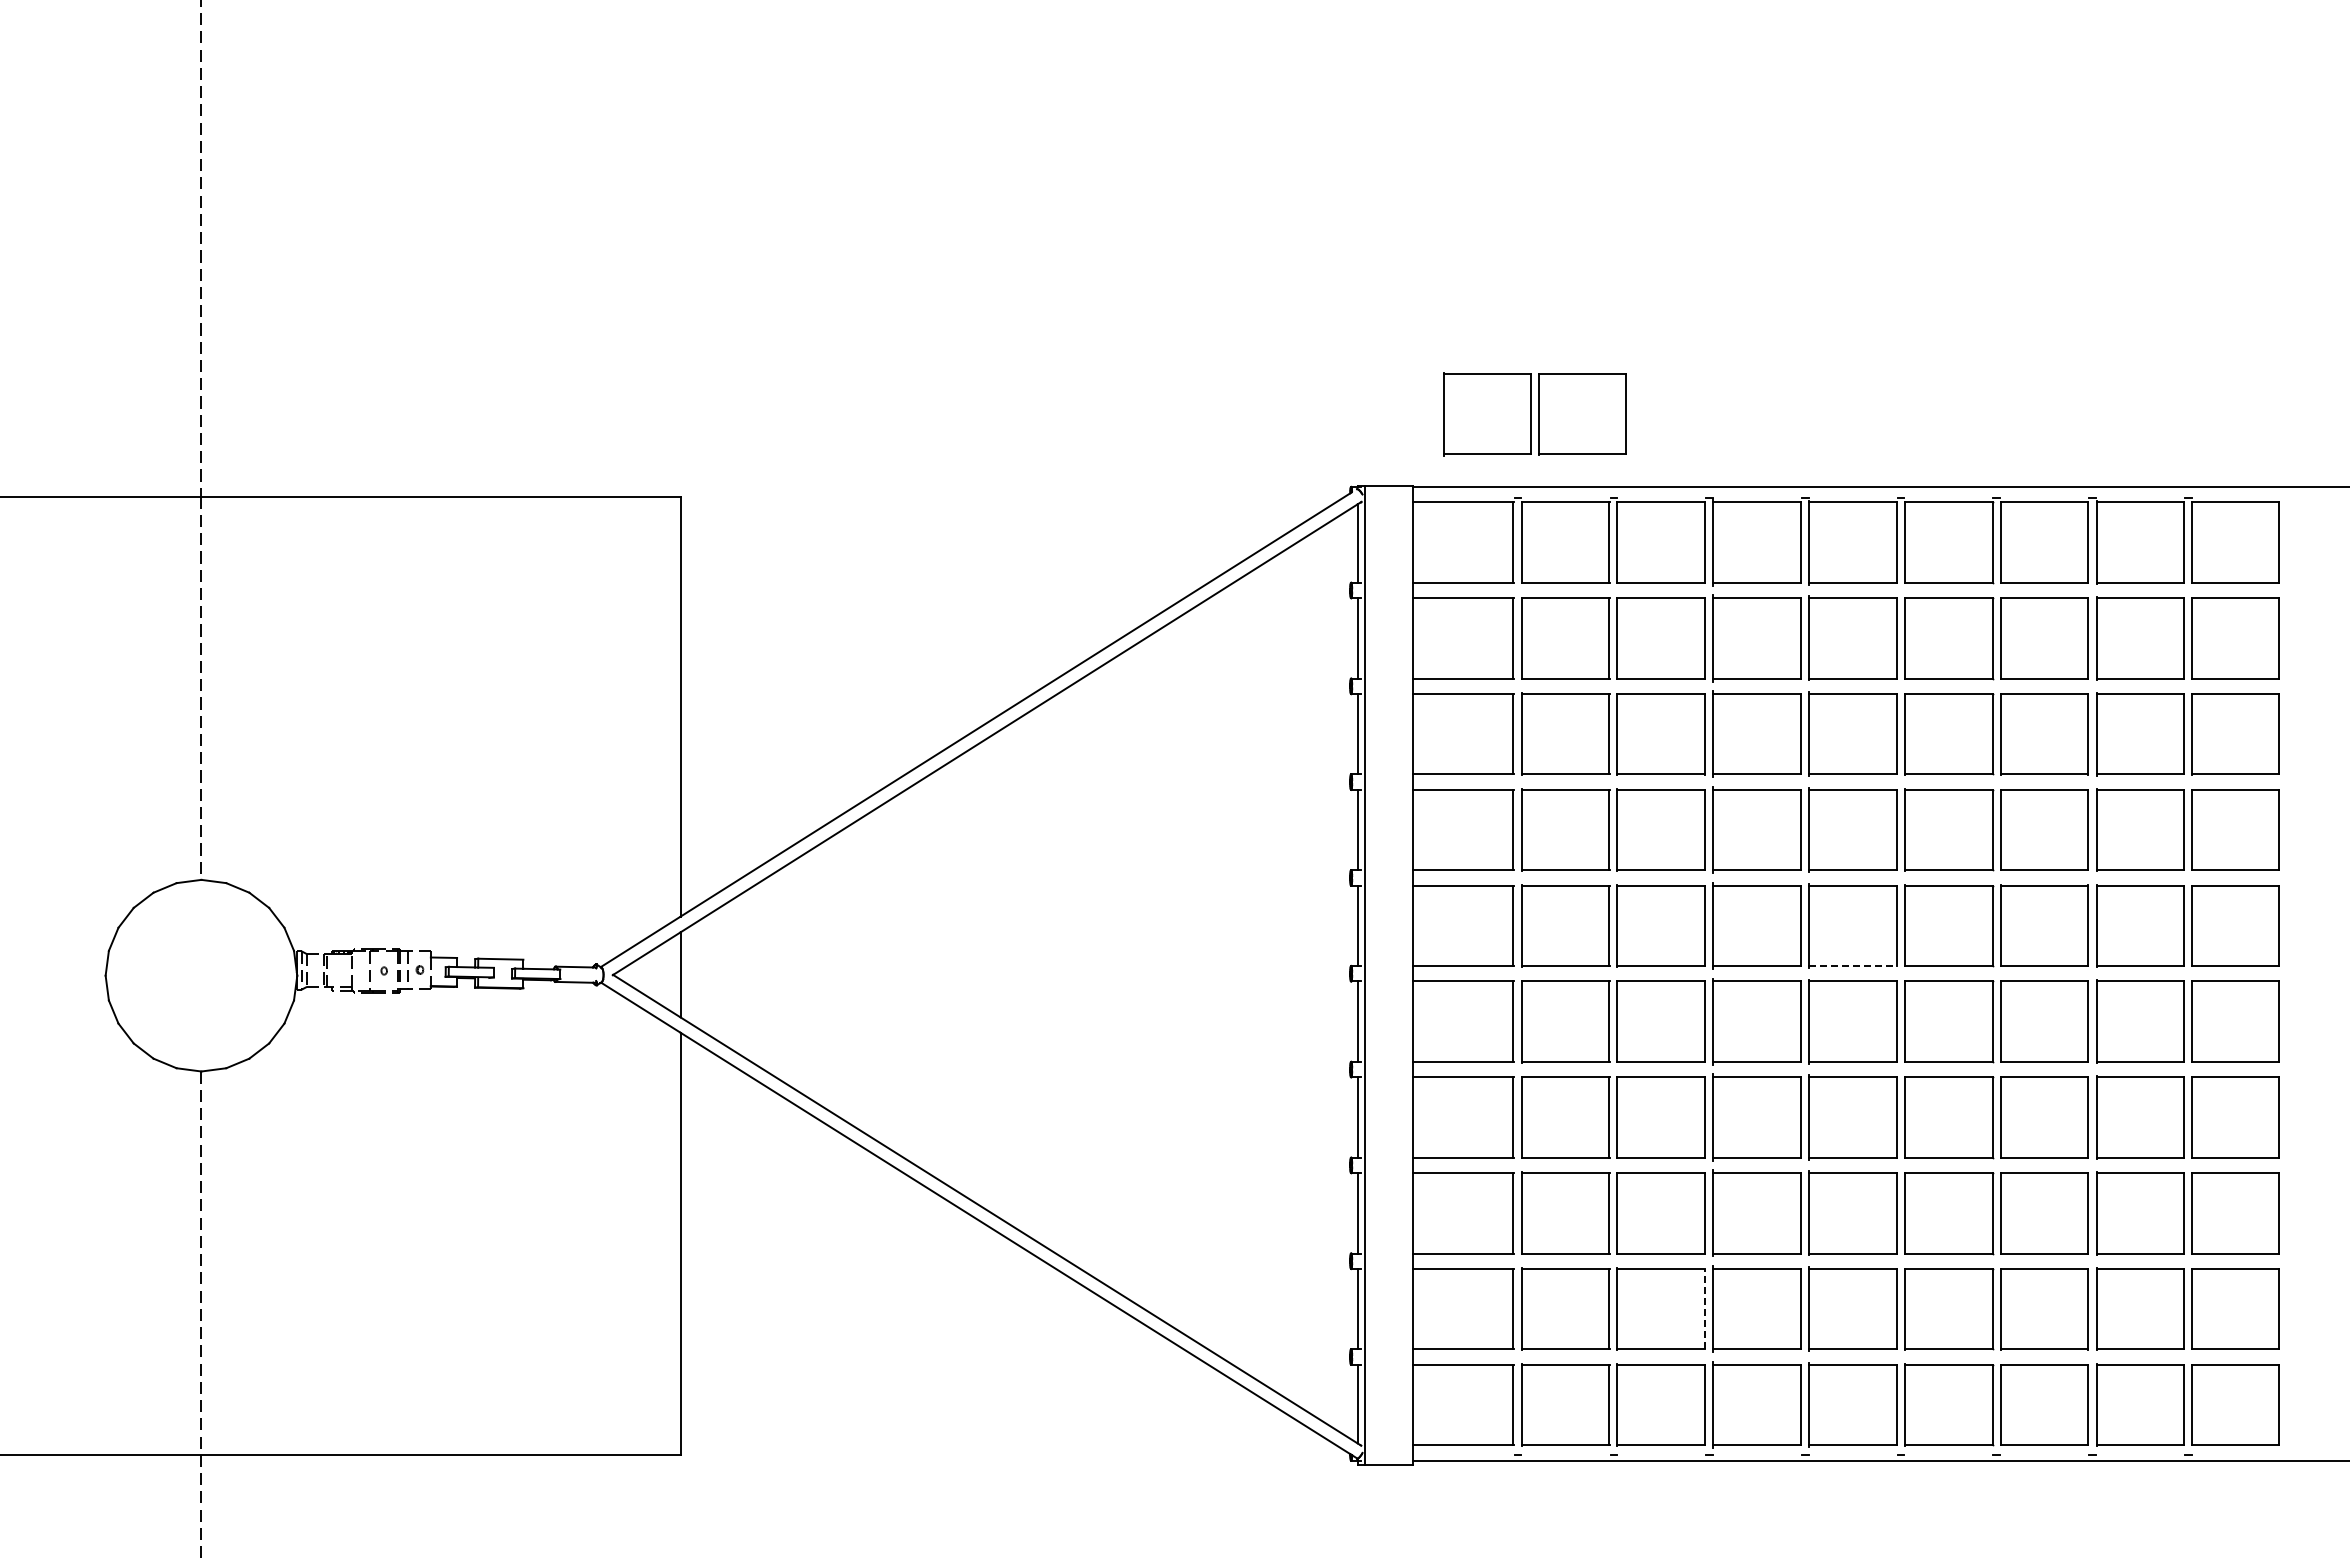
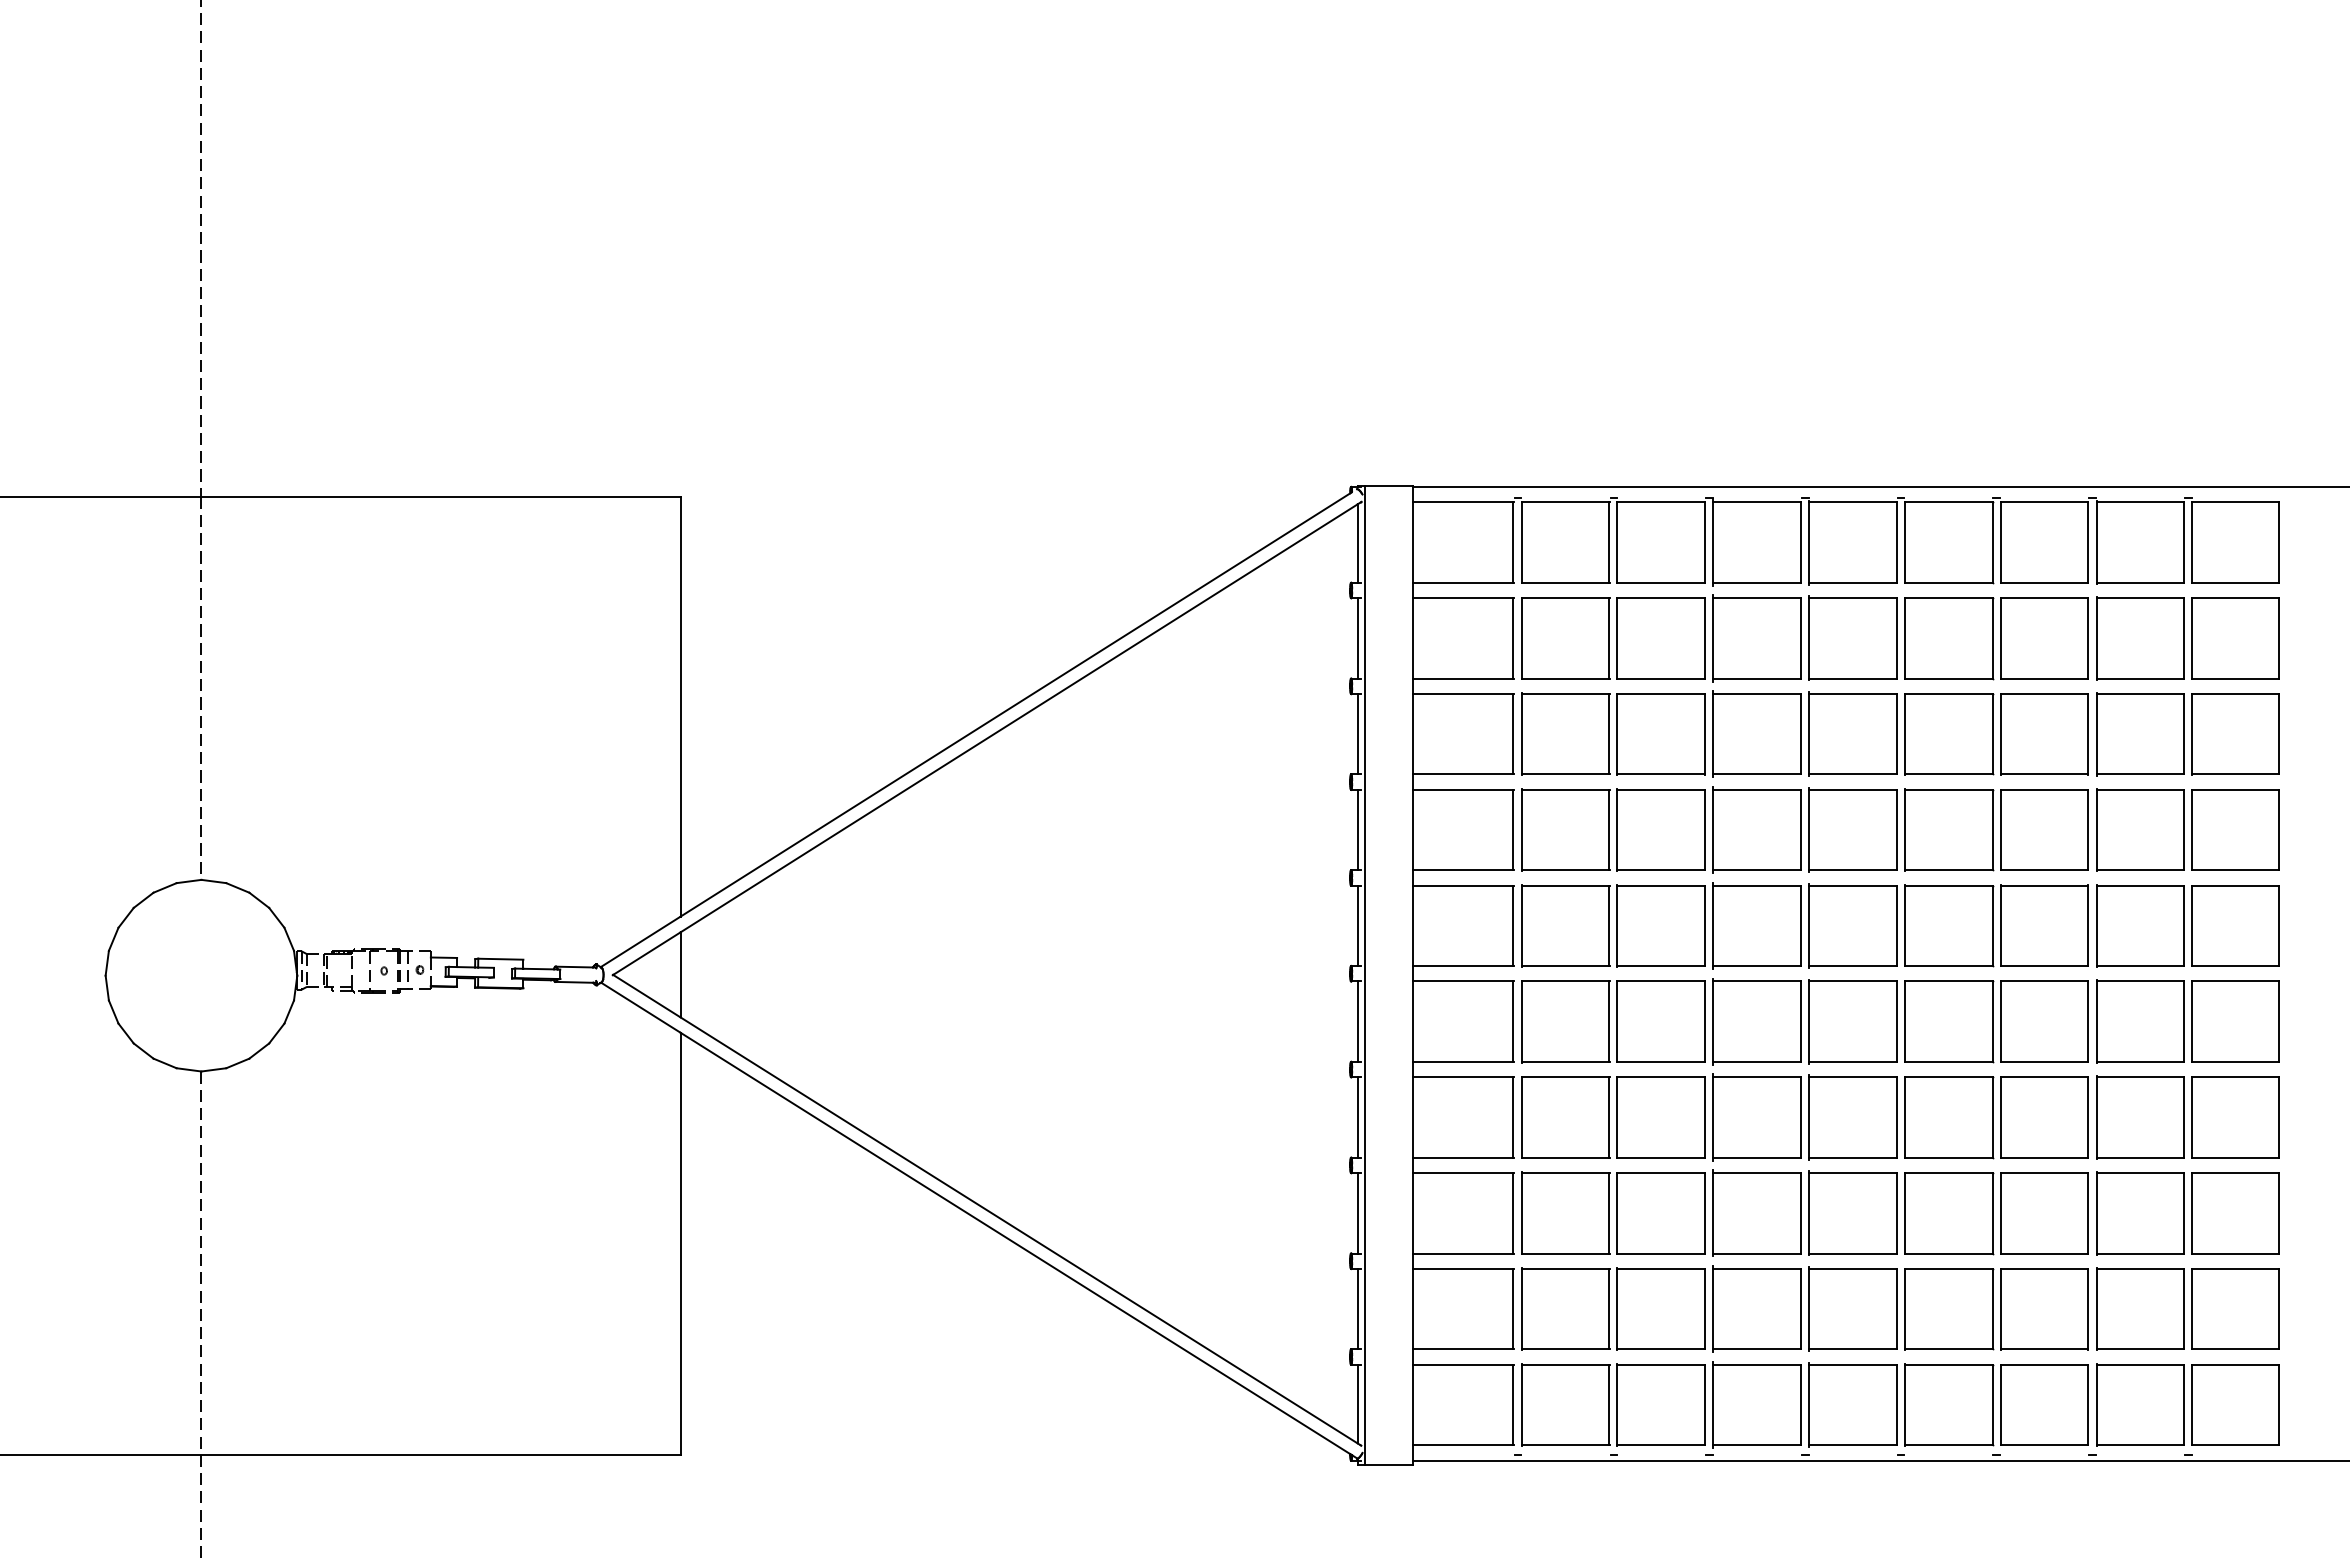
part at (1534, 414): present -> none
line at (1852, 966): dashed -> solid
line at (1705, 1308): dashed -> solid
